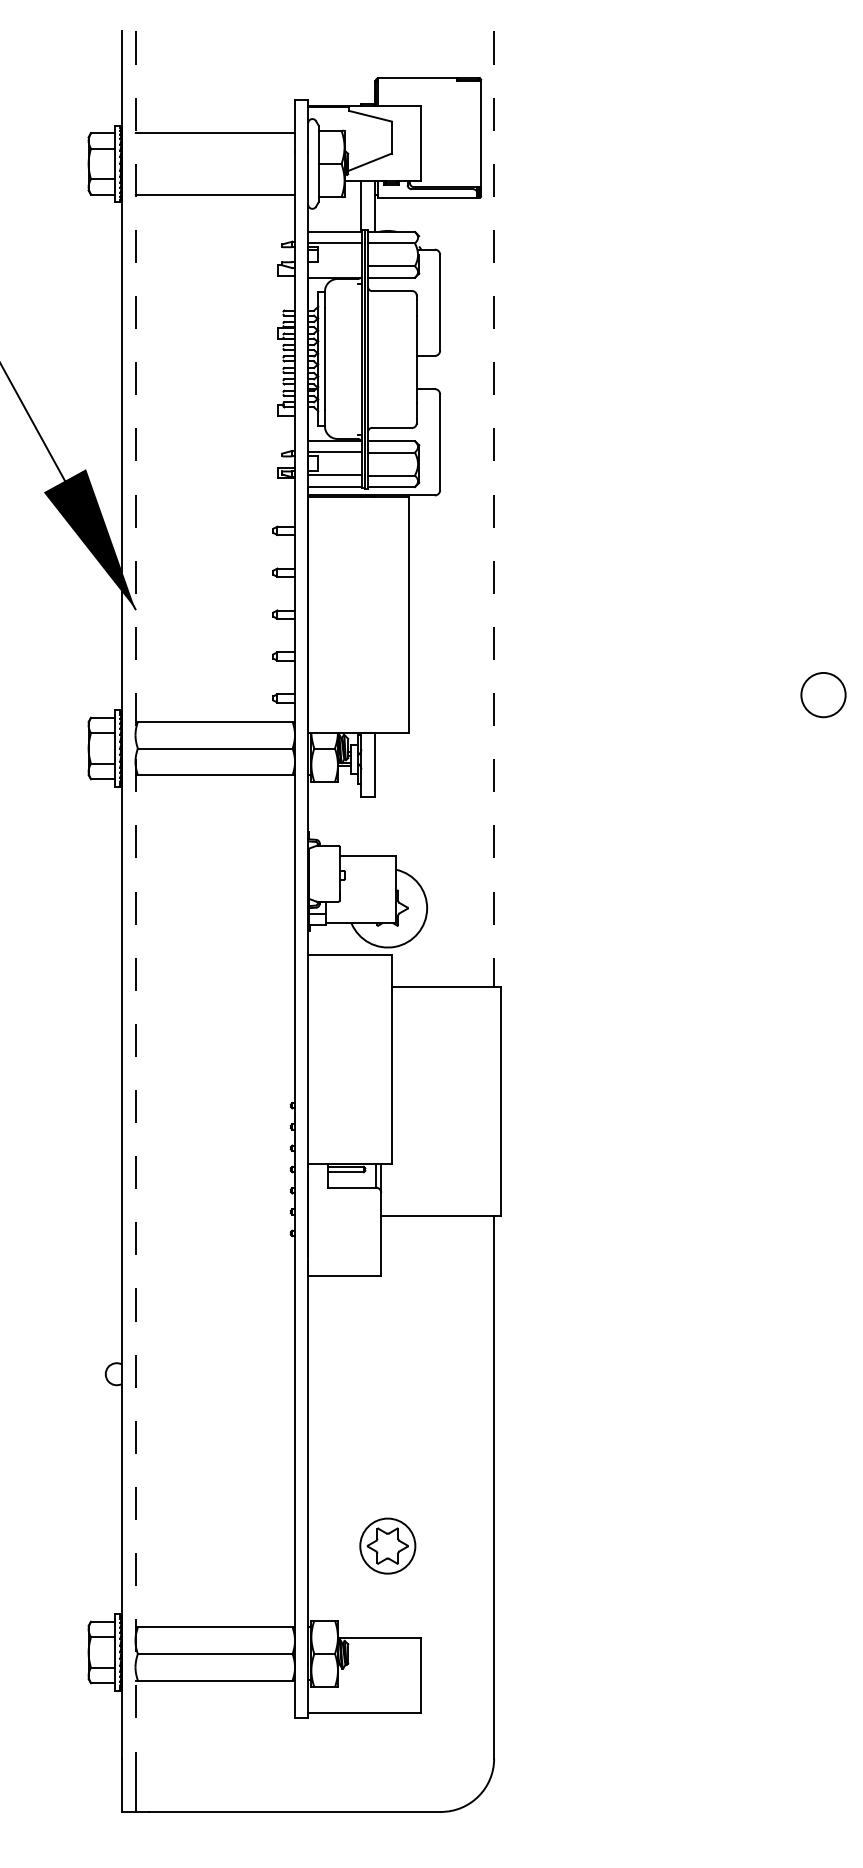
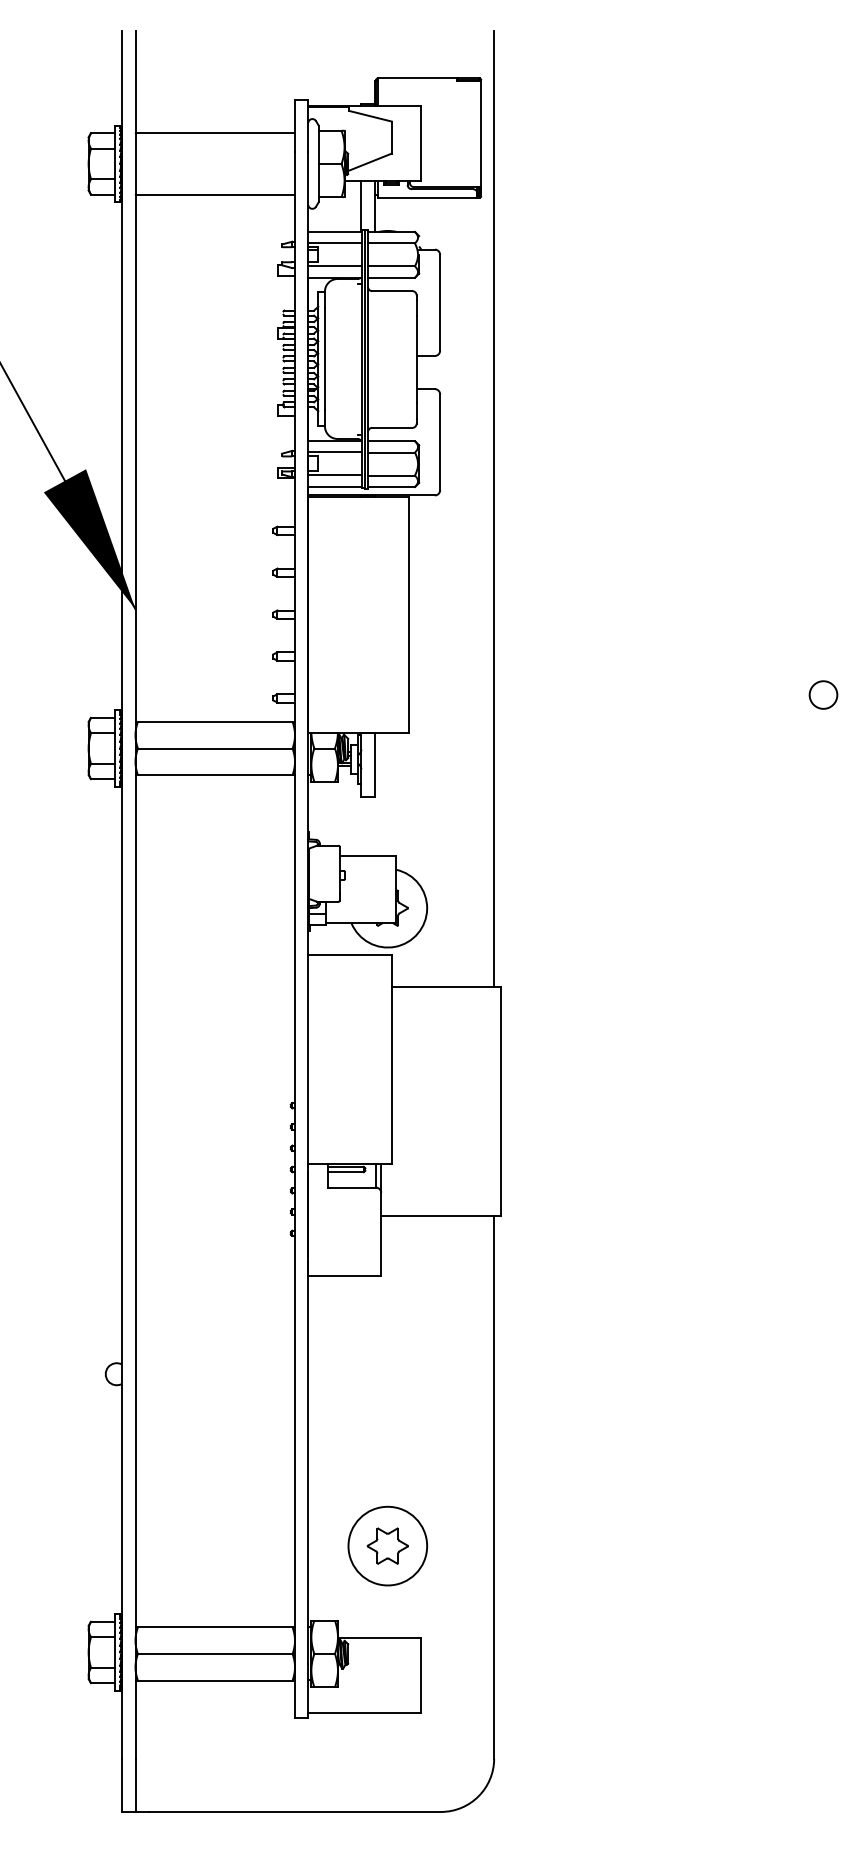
line at (334, 265): none -> present
line at (494, 509): dashed -> solid
circle at (823, 695) size: 47x47 px -> 31x30 px
line at (135, 895): dashed -> solid
circle at (387, 1545) diameter: 55 px -> 79 px
